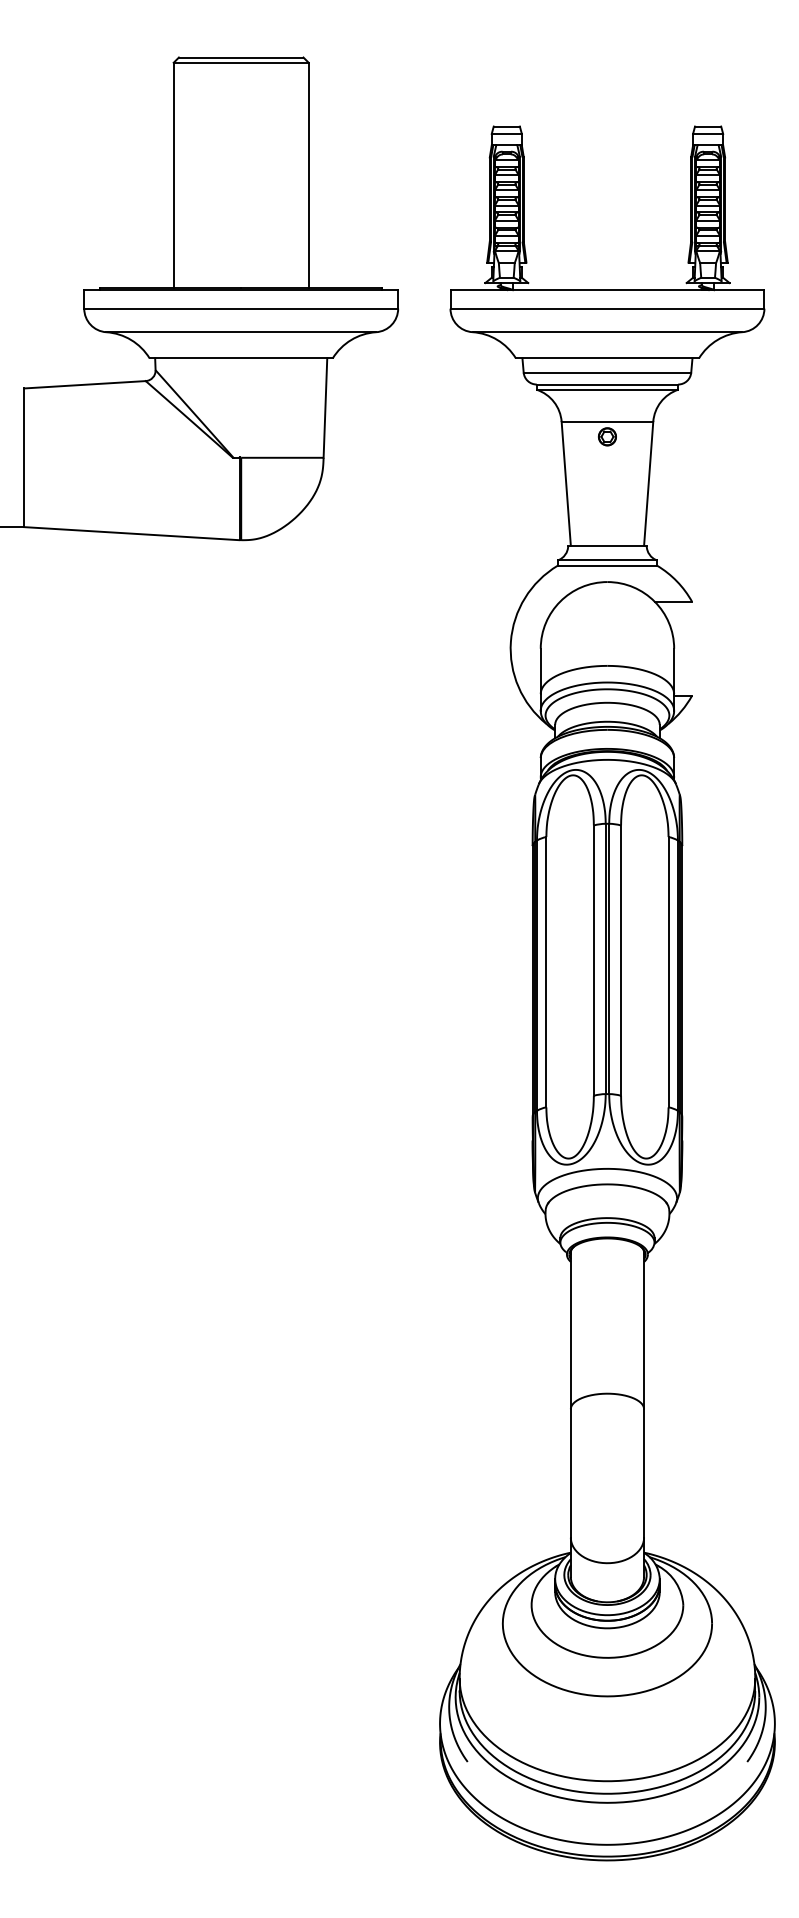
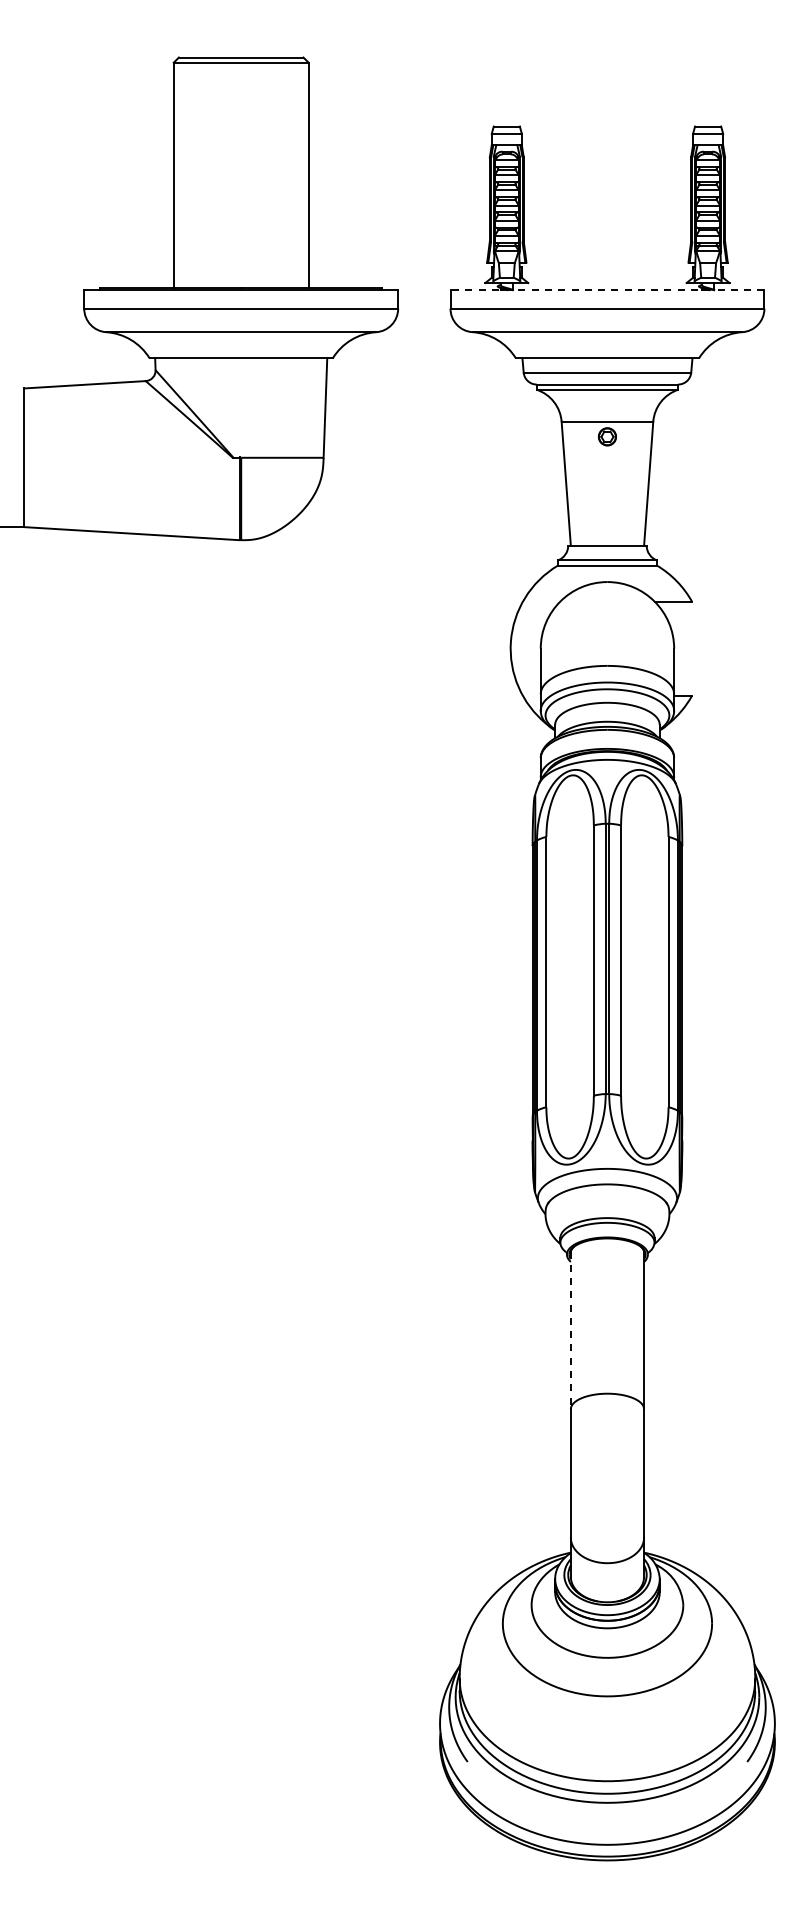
line at (607, 290): solid -> dashed
line at (570, 1330): solid -> dashed
